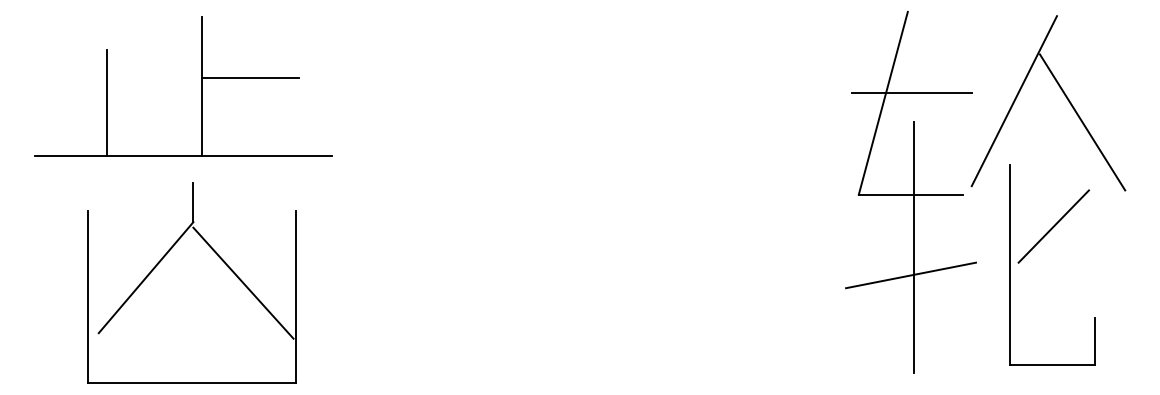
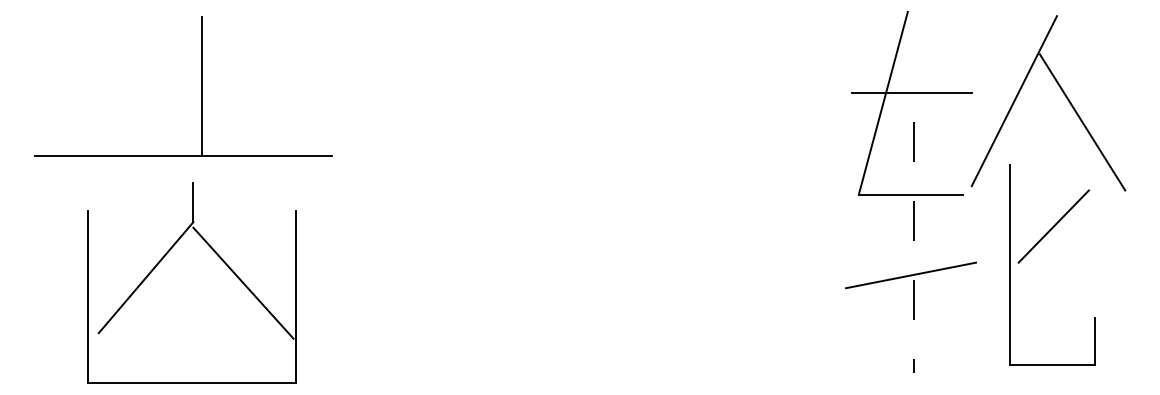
line at (250, 77): present -> none
line at (107, 102): present -> none
line at (914, 248): solid -> dashed
